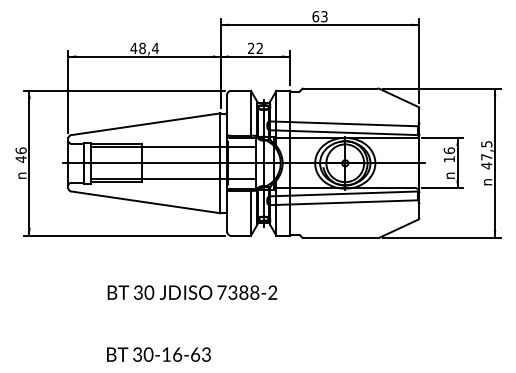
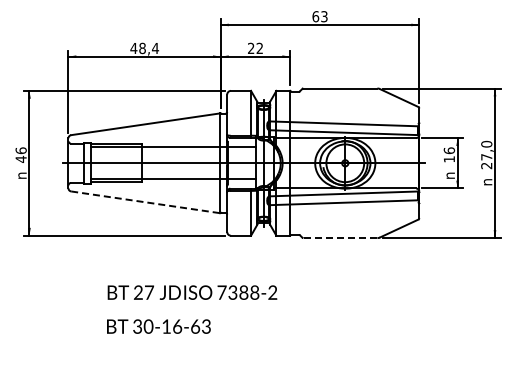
text at (486, 154): 47,5 -> 27,0
line at (146, 202): solid -> dashed
line at (339, 238): solid -> dashed
text at (143, 292): 30 -> 27
text at (158, 354) position: (158, 354) -> (158, 326)
